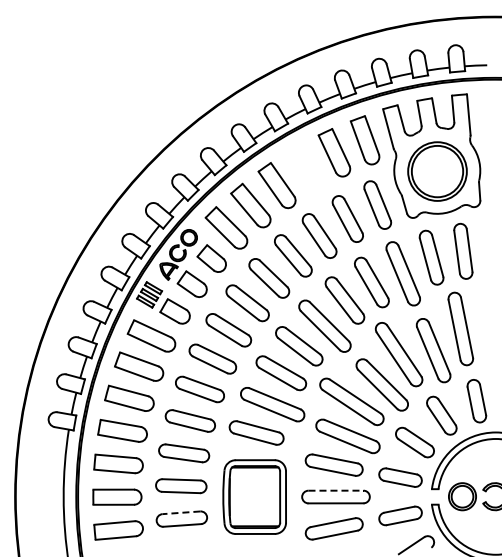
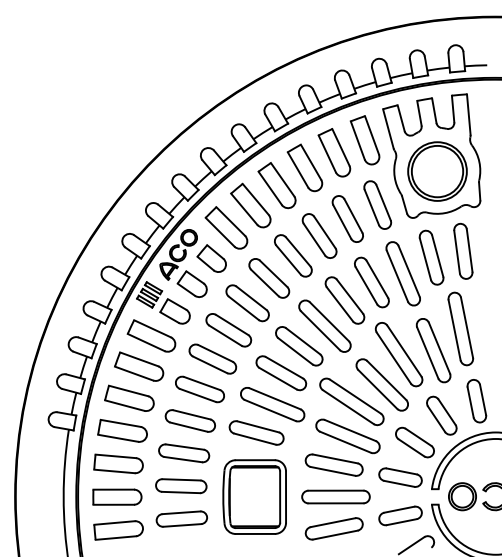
part at (304, 167): none -> present
line at (335, 490): dashed -> solid
line at (181, 512): dashed -> solid
